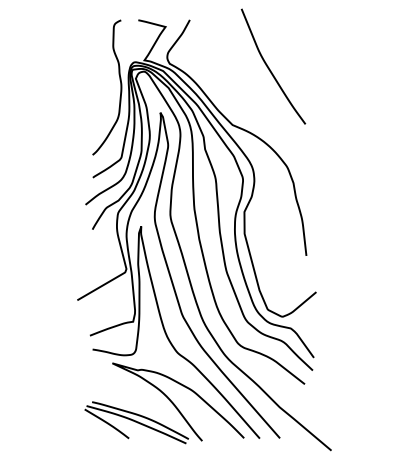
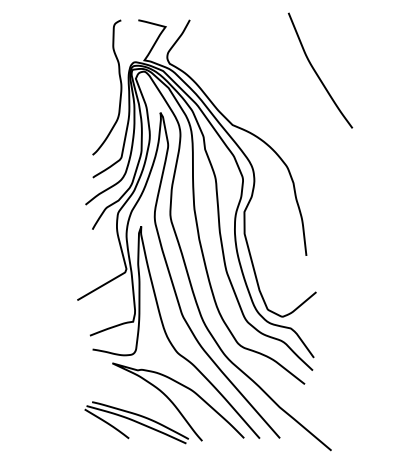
curve at (269, 67) position: (269, 67) -> (316, 71)
